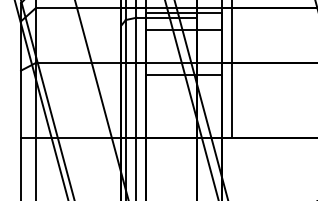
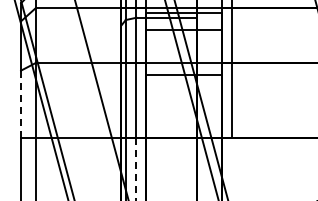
line at (21, 104): solid -> dashed
line at (136, 169): solid -> dashed
